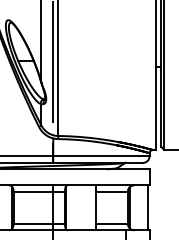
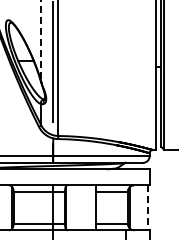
line at (41, 41): solid -> dashed
line at (148, 208): solid -> dashed
